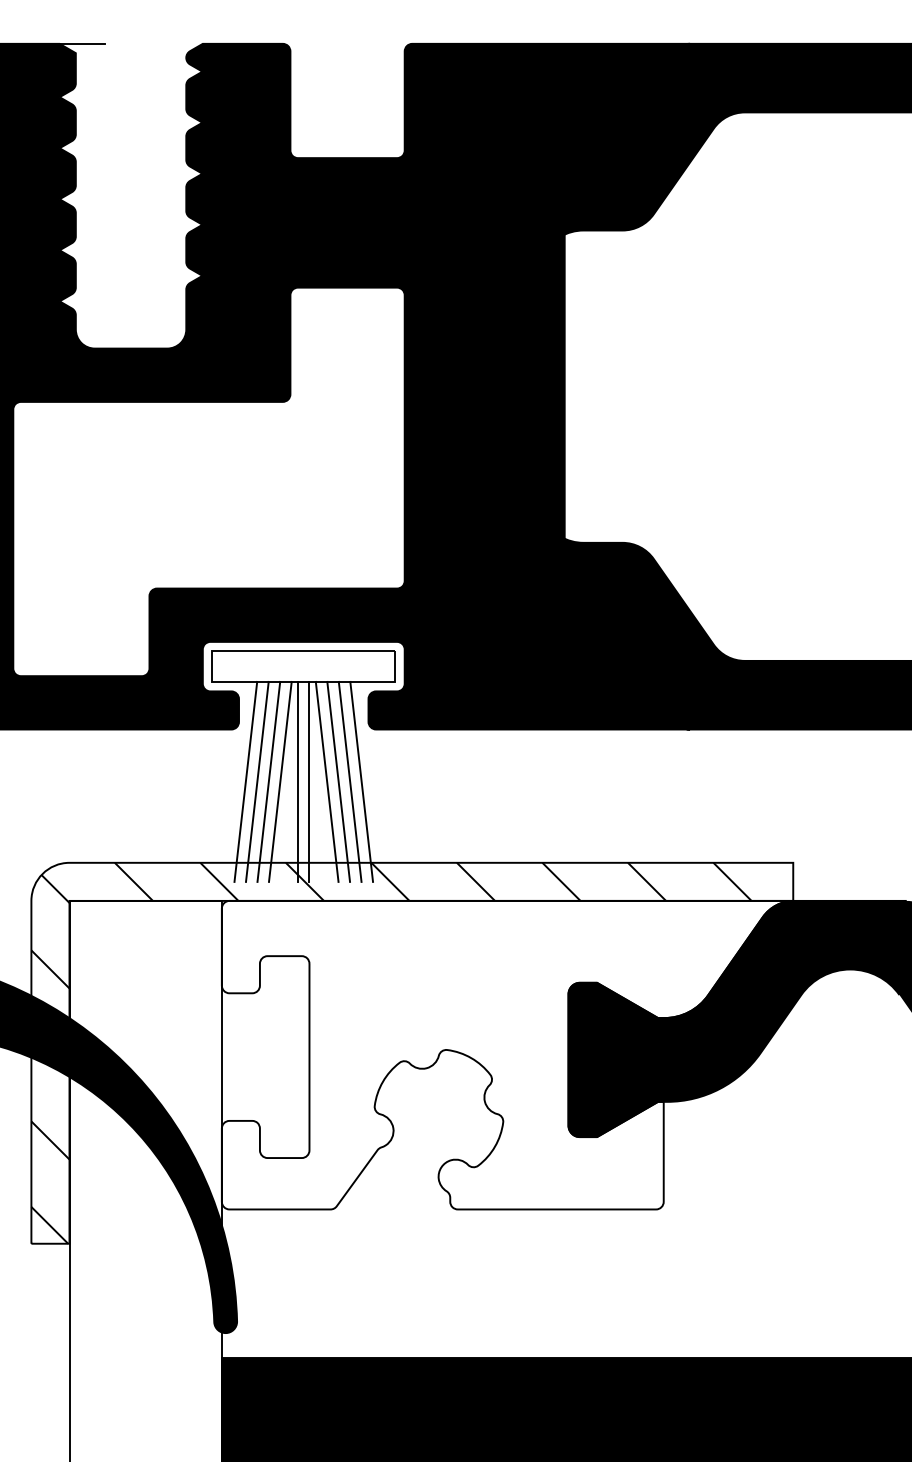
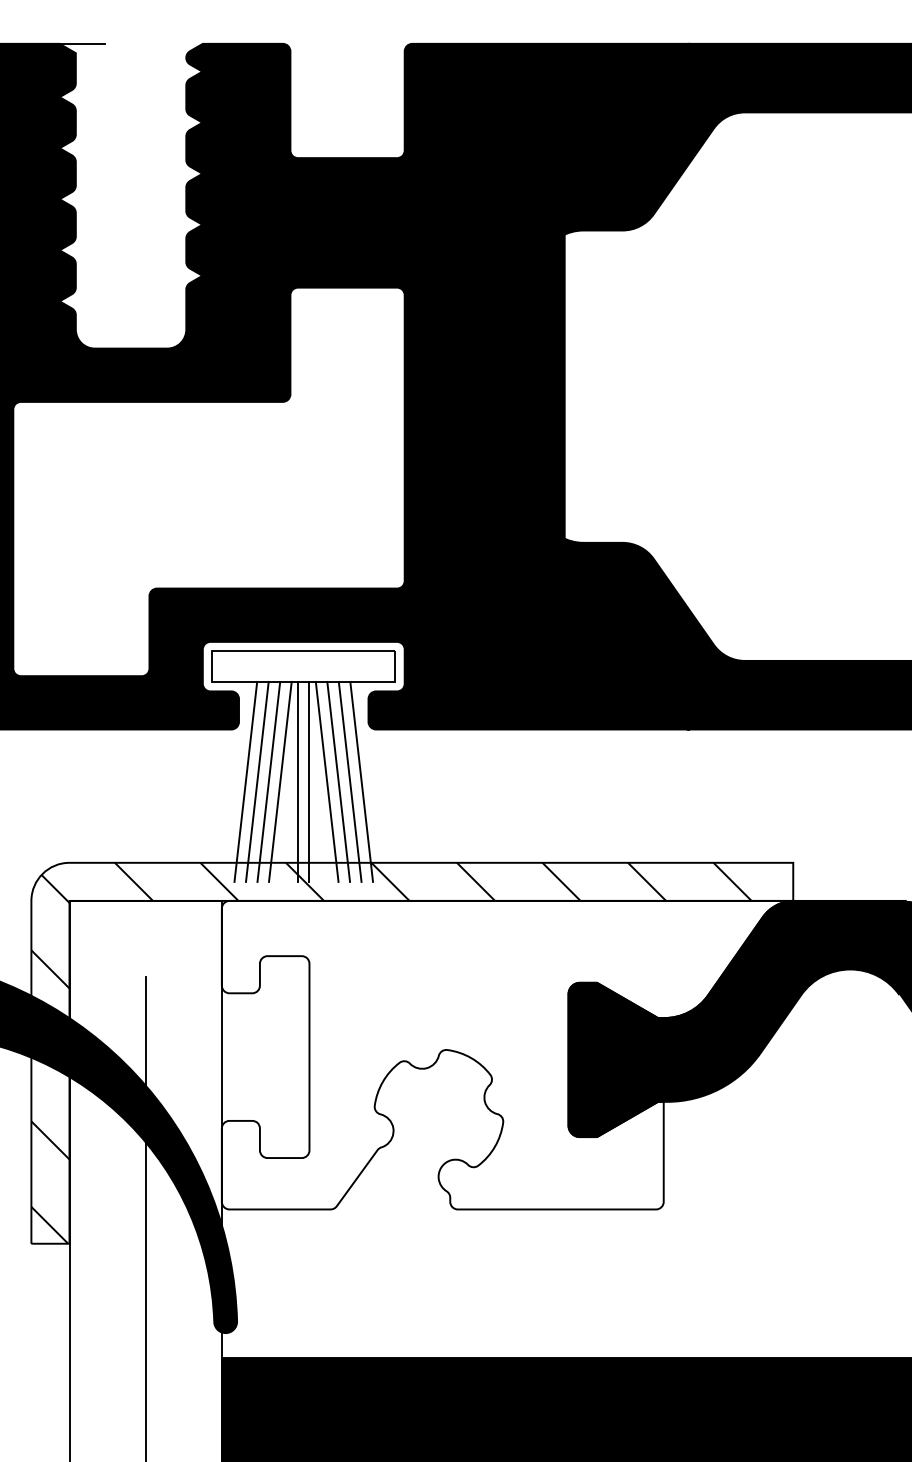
line at (145, 1217): none -> present
